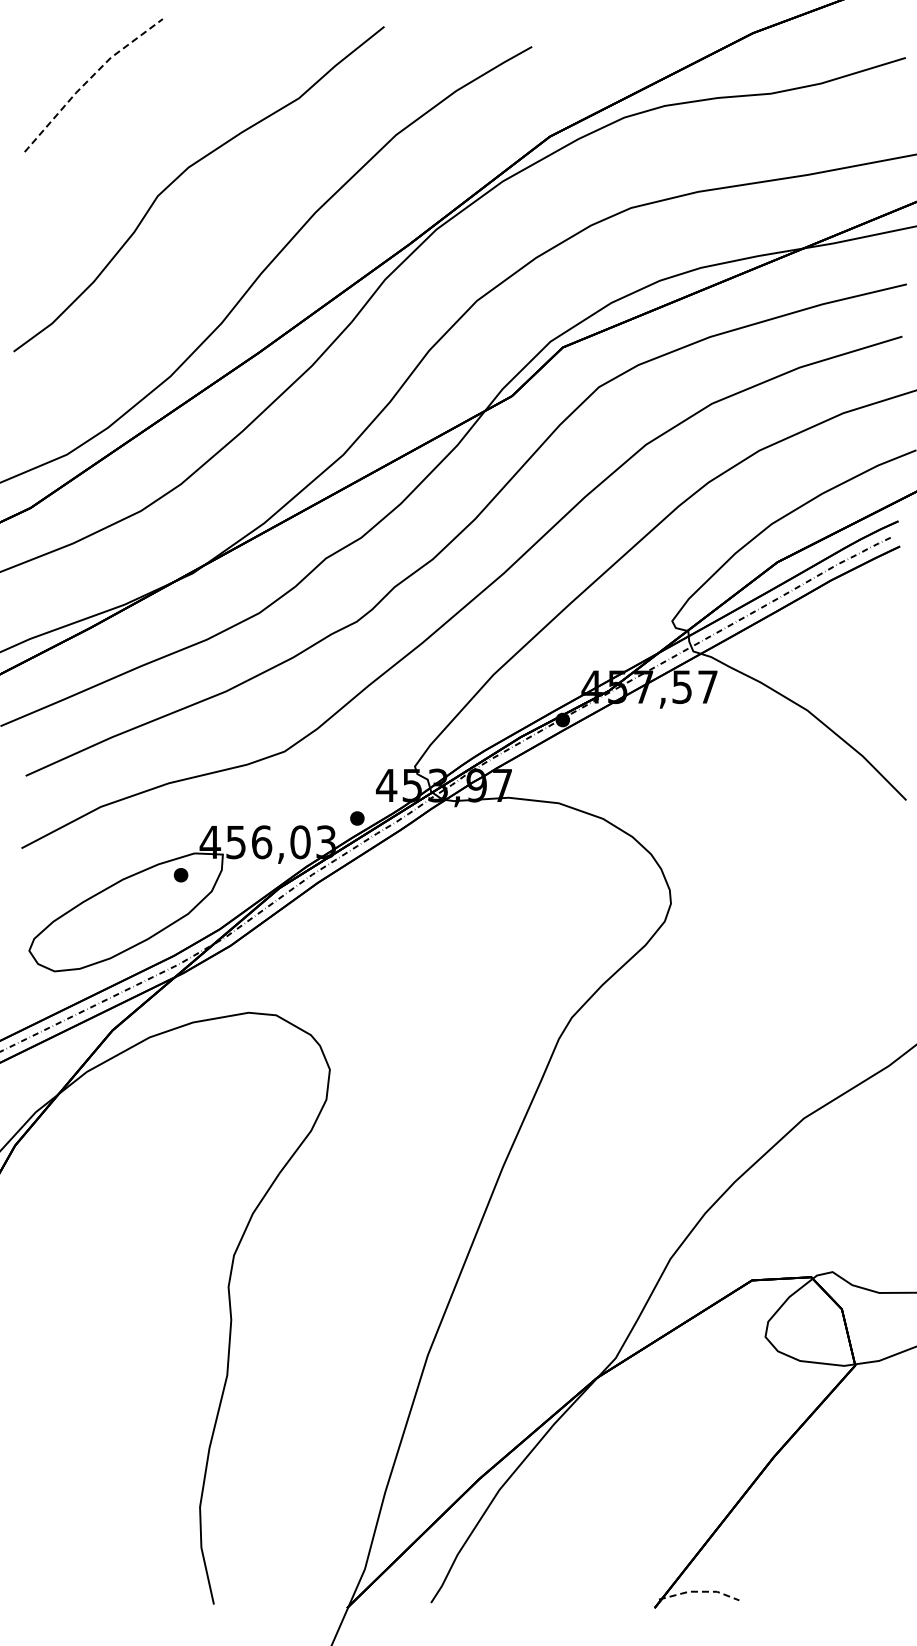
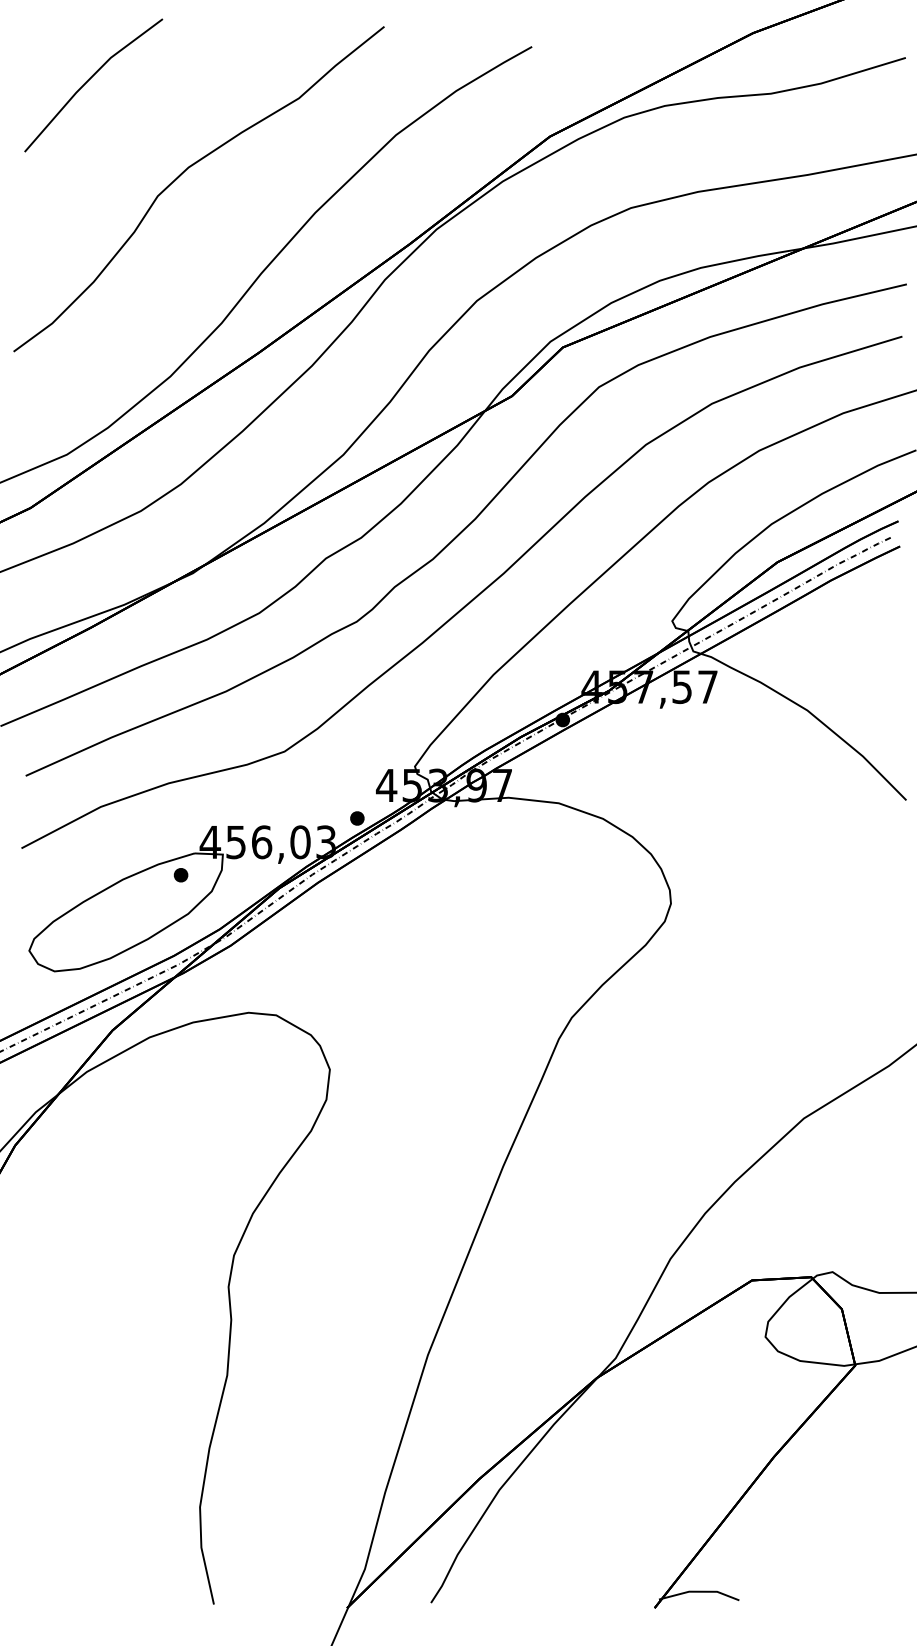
line at (88, 80): dashed -> solid
line at (699, 1591): dashed -> solid
